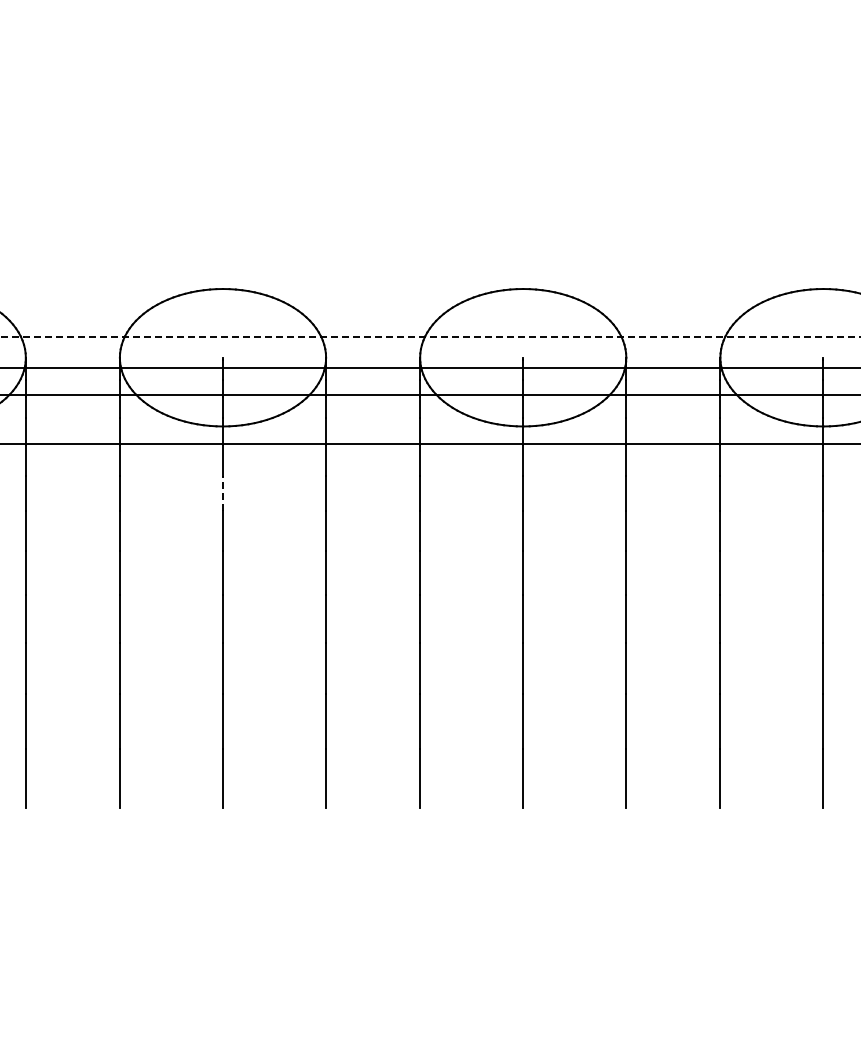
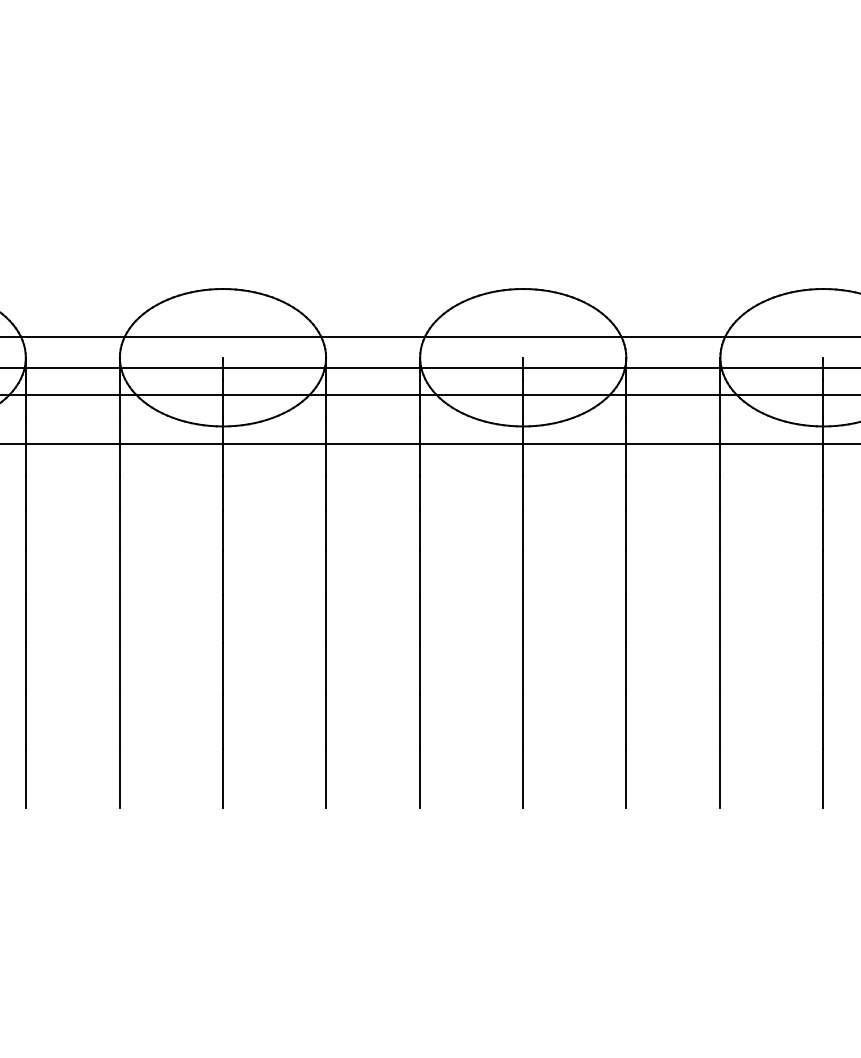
line at (430, 337): dashed -> solid
line at (223, 493): dashed -> solid
